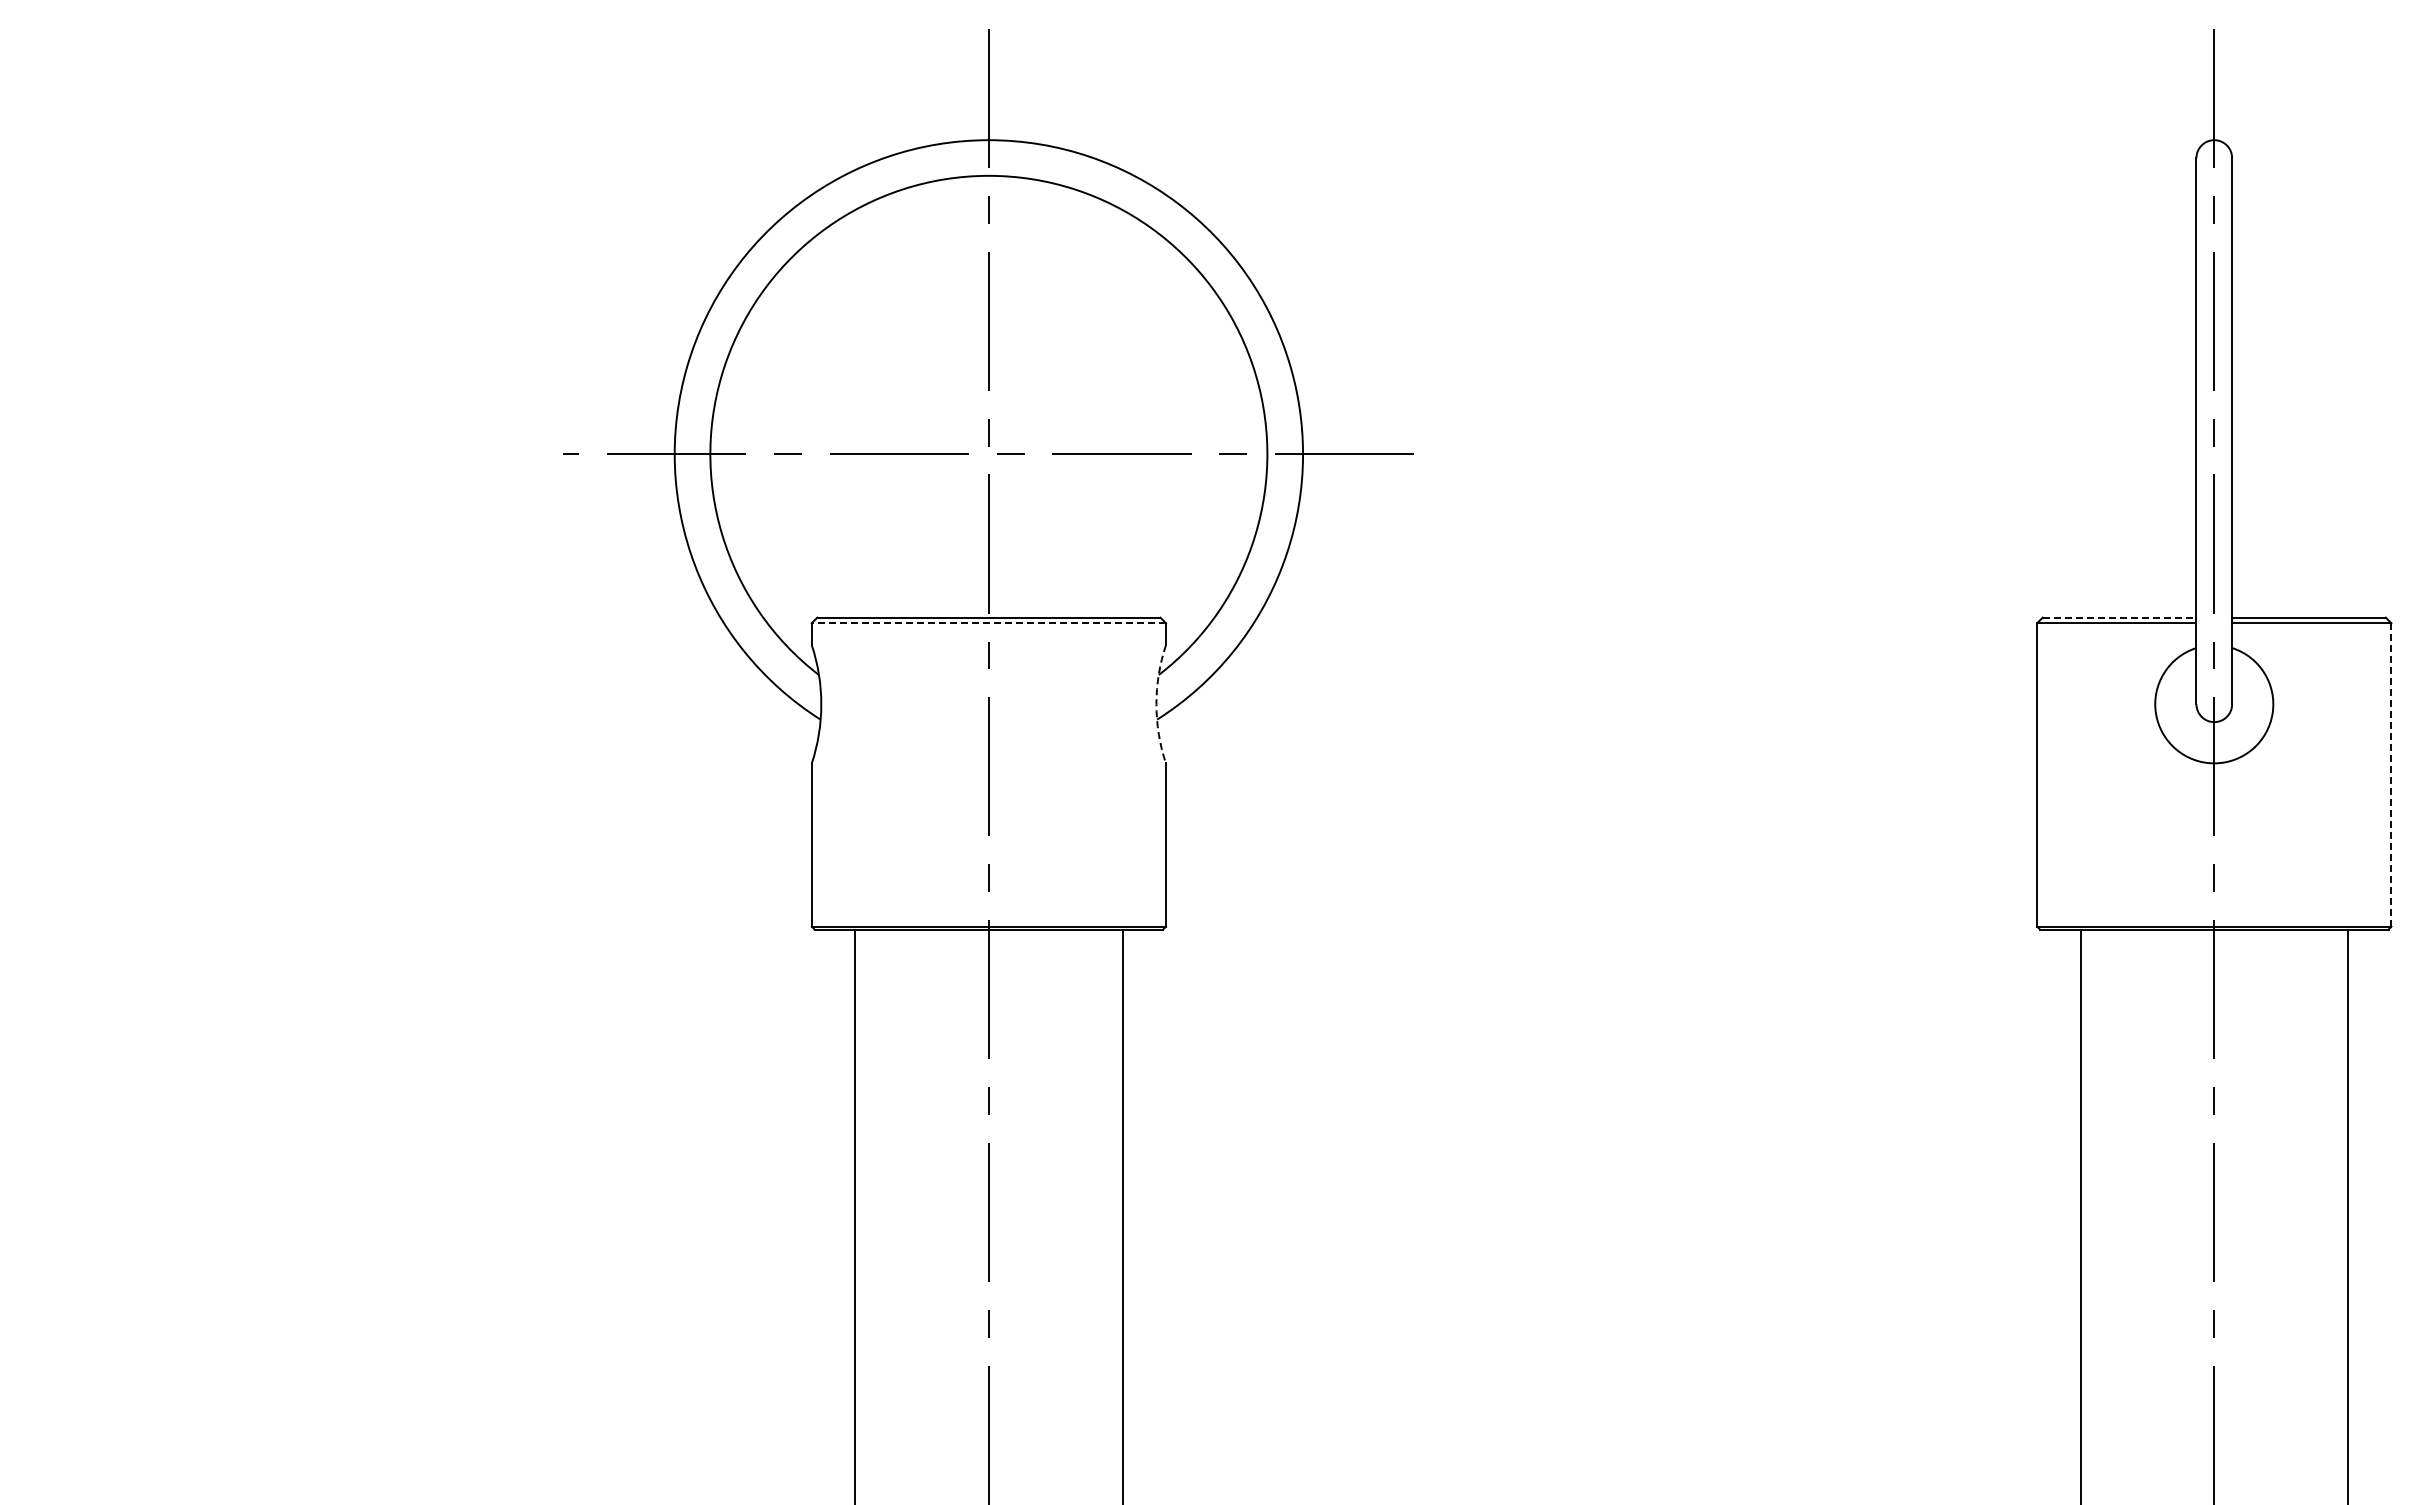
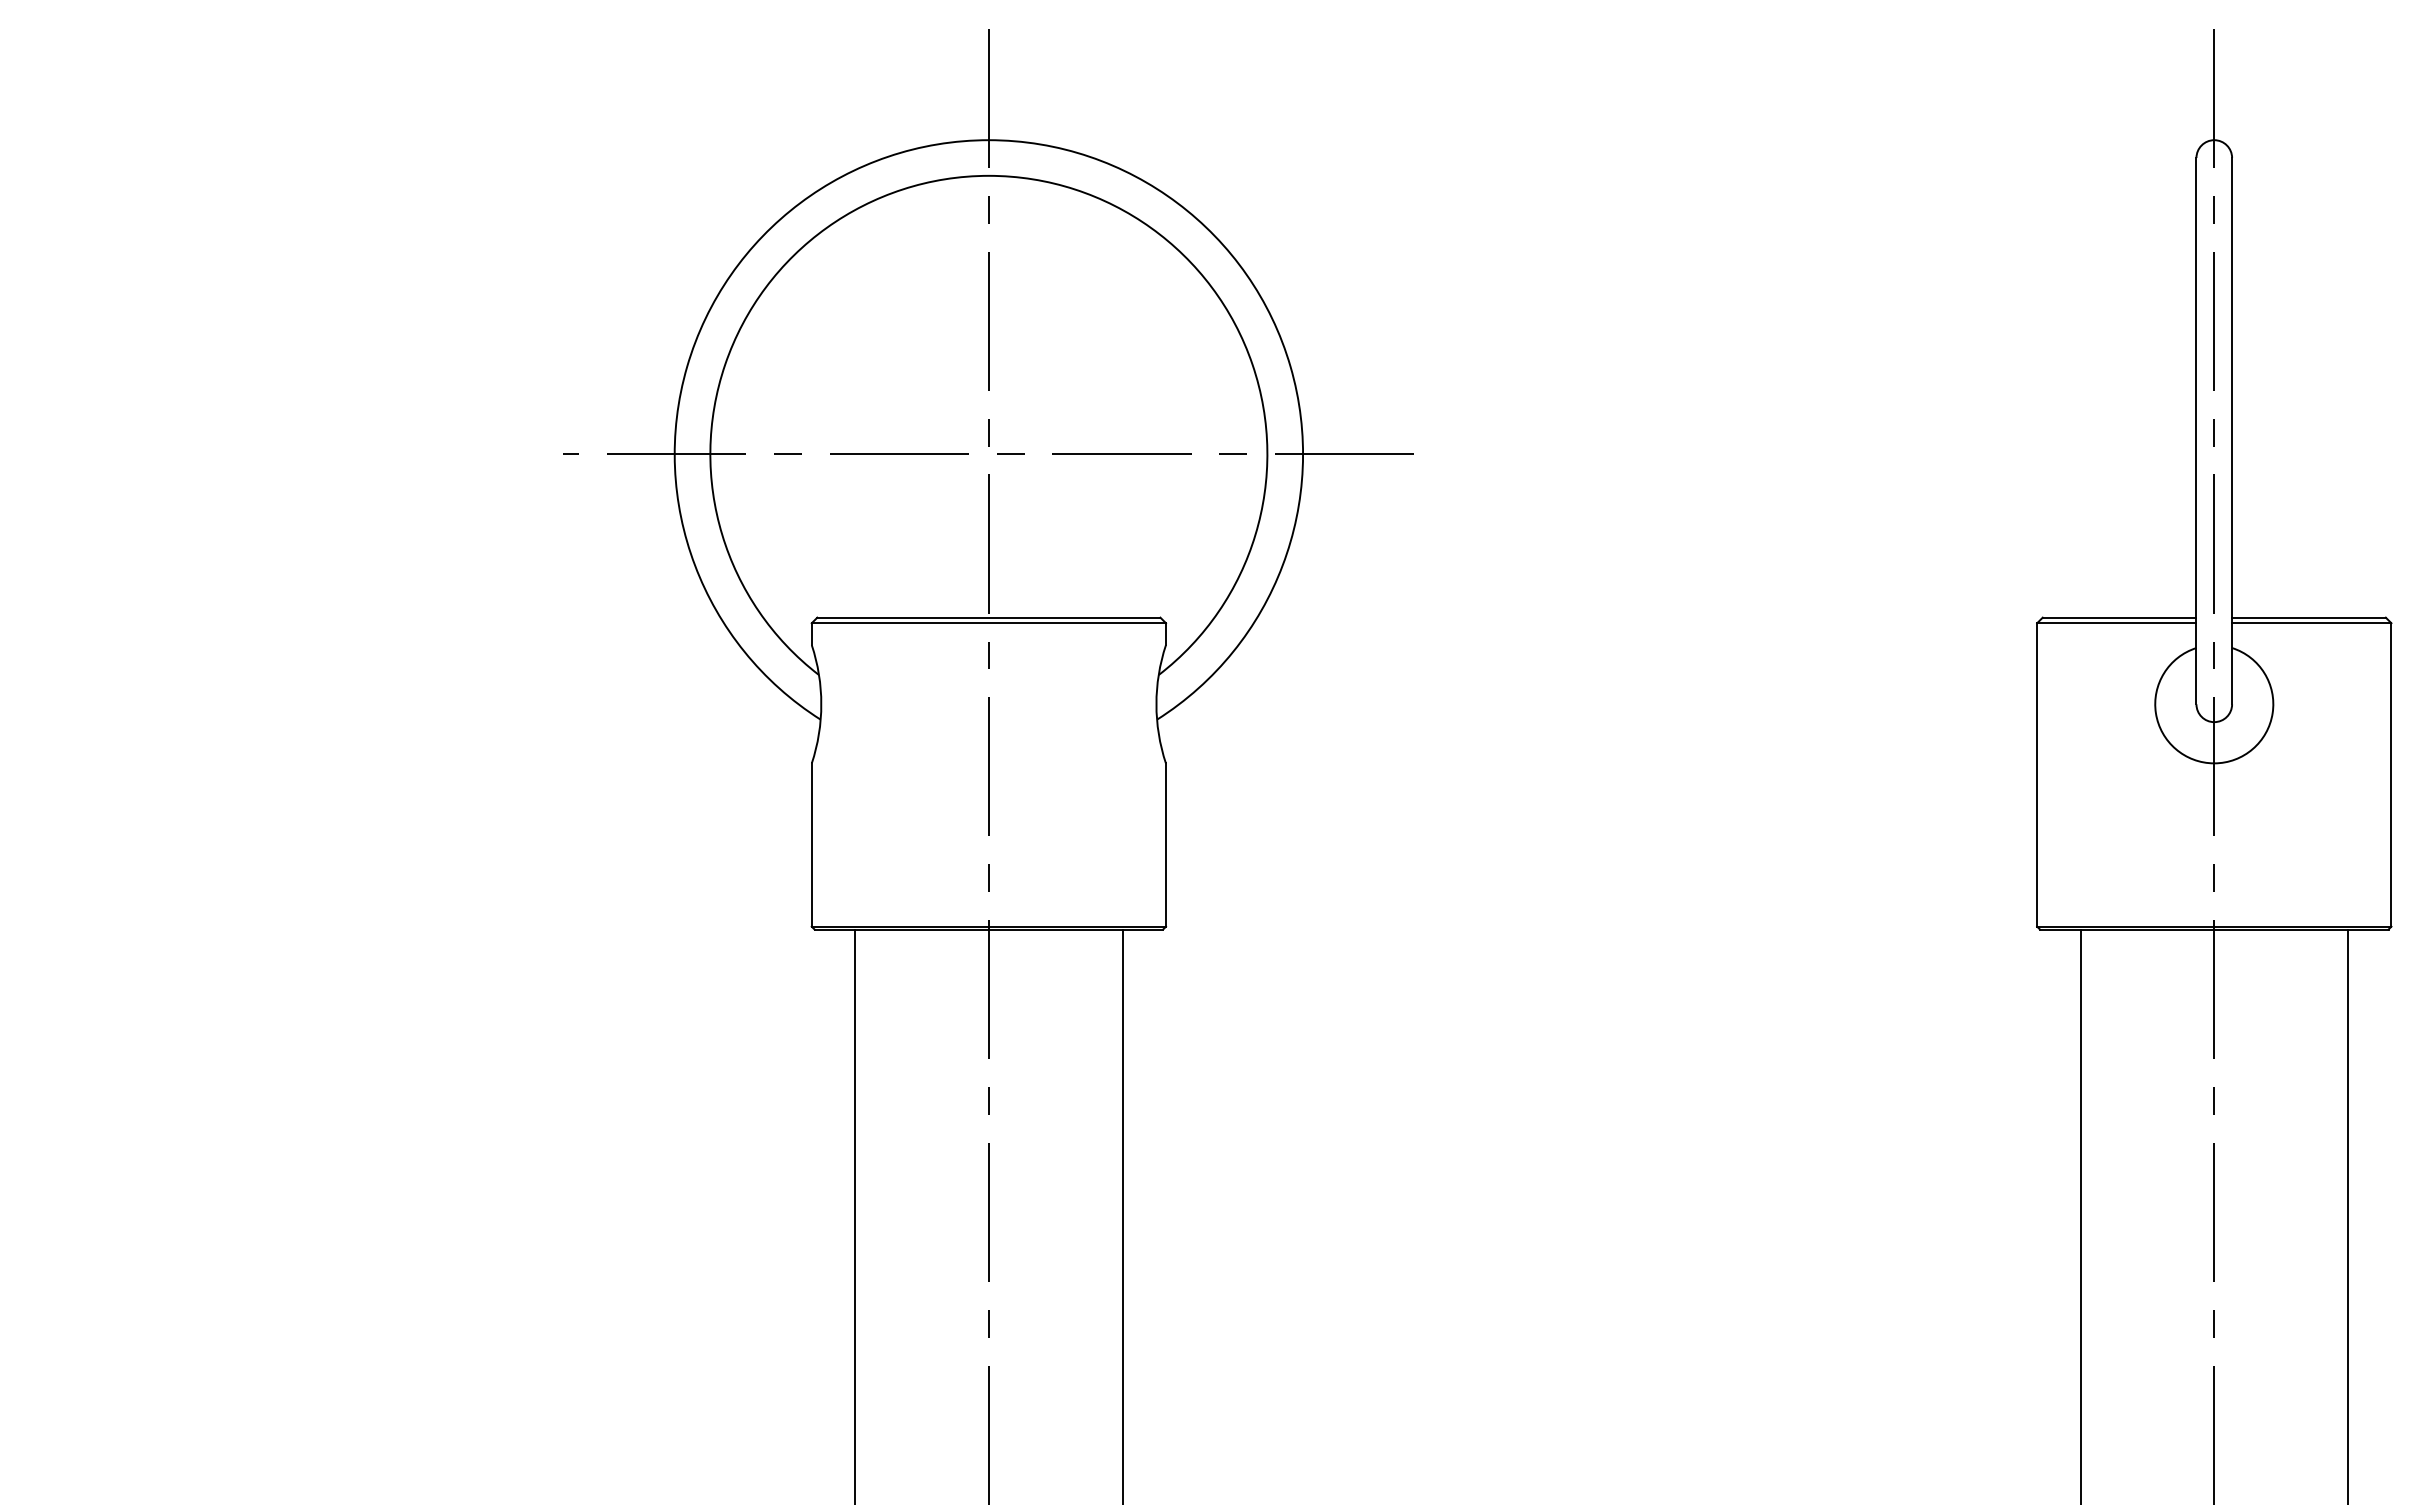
line at (2119, 617): dashed -> solid
line at (988, 623): dashed -> solid
arc at (1156, 704): dashed -> solid
line at (2391, 774): dashed -> solid
